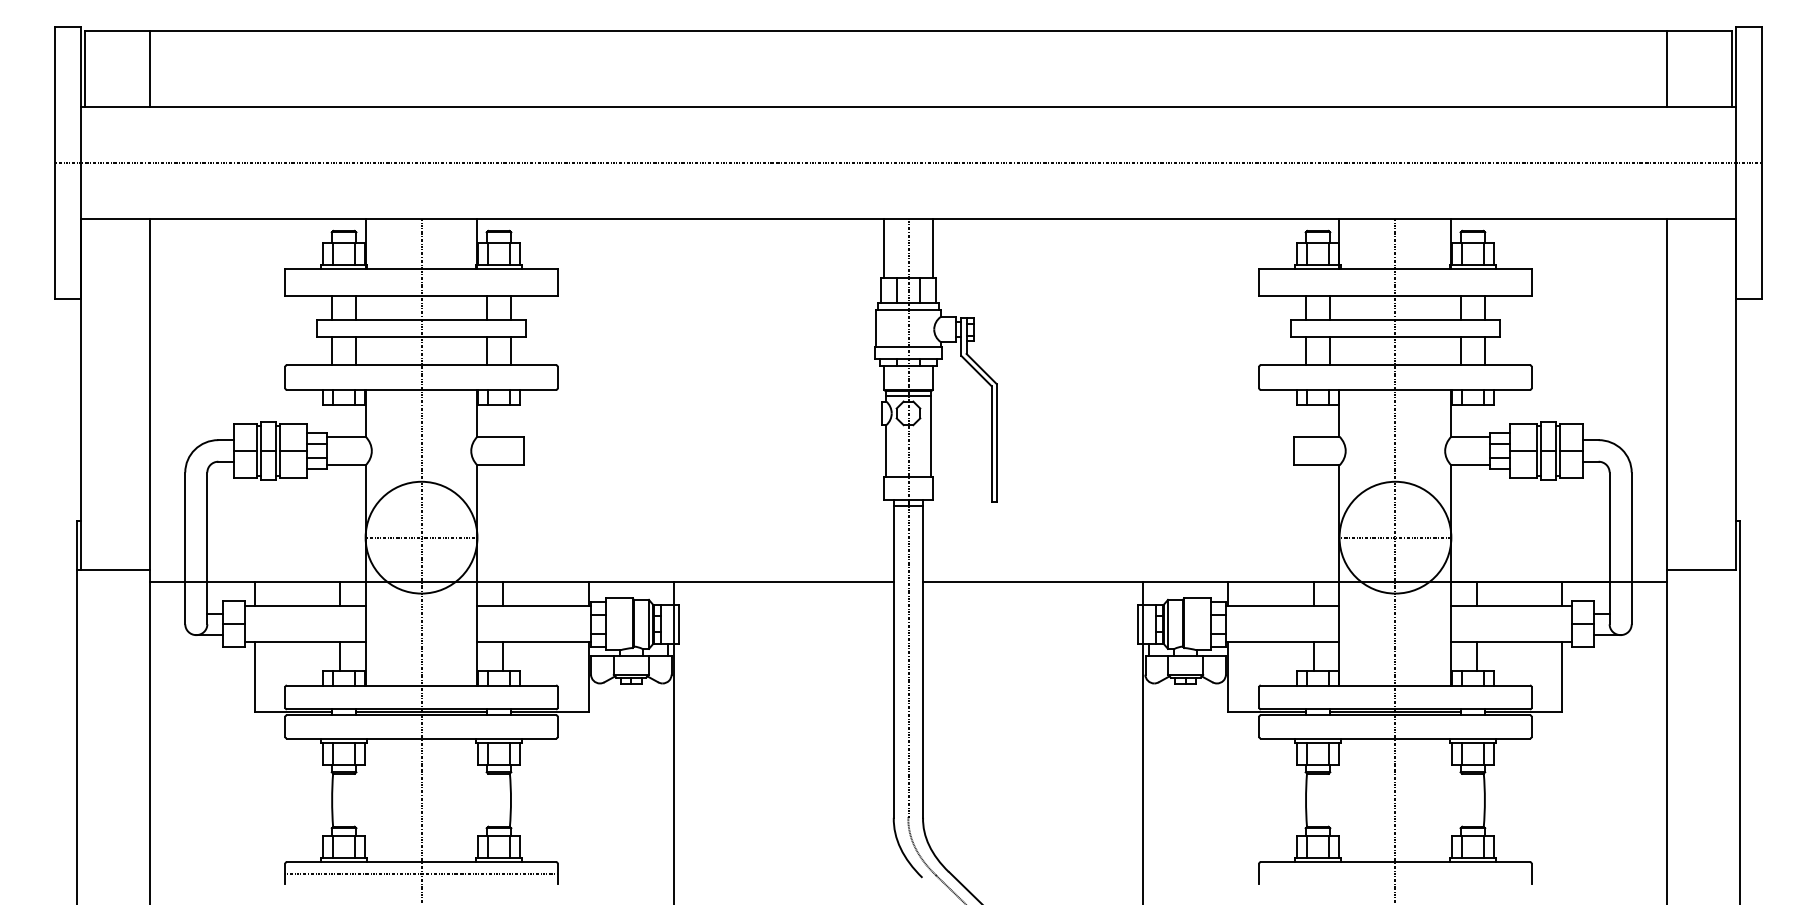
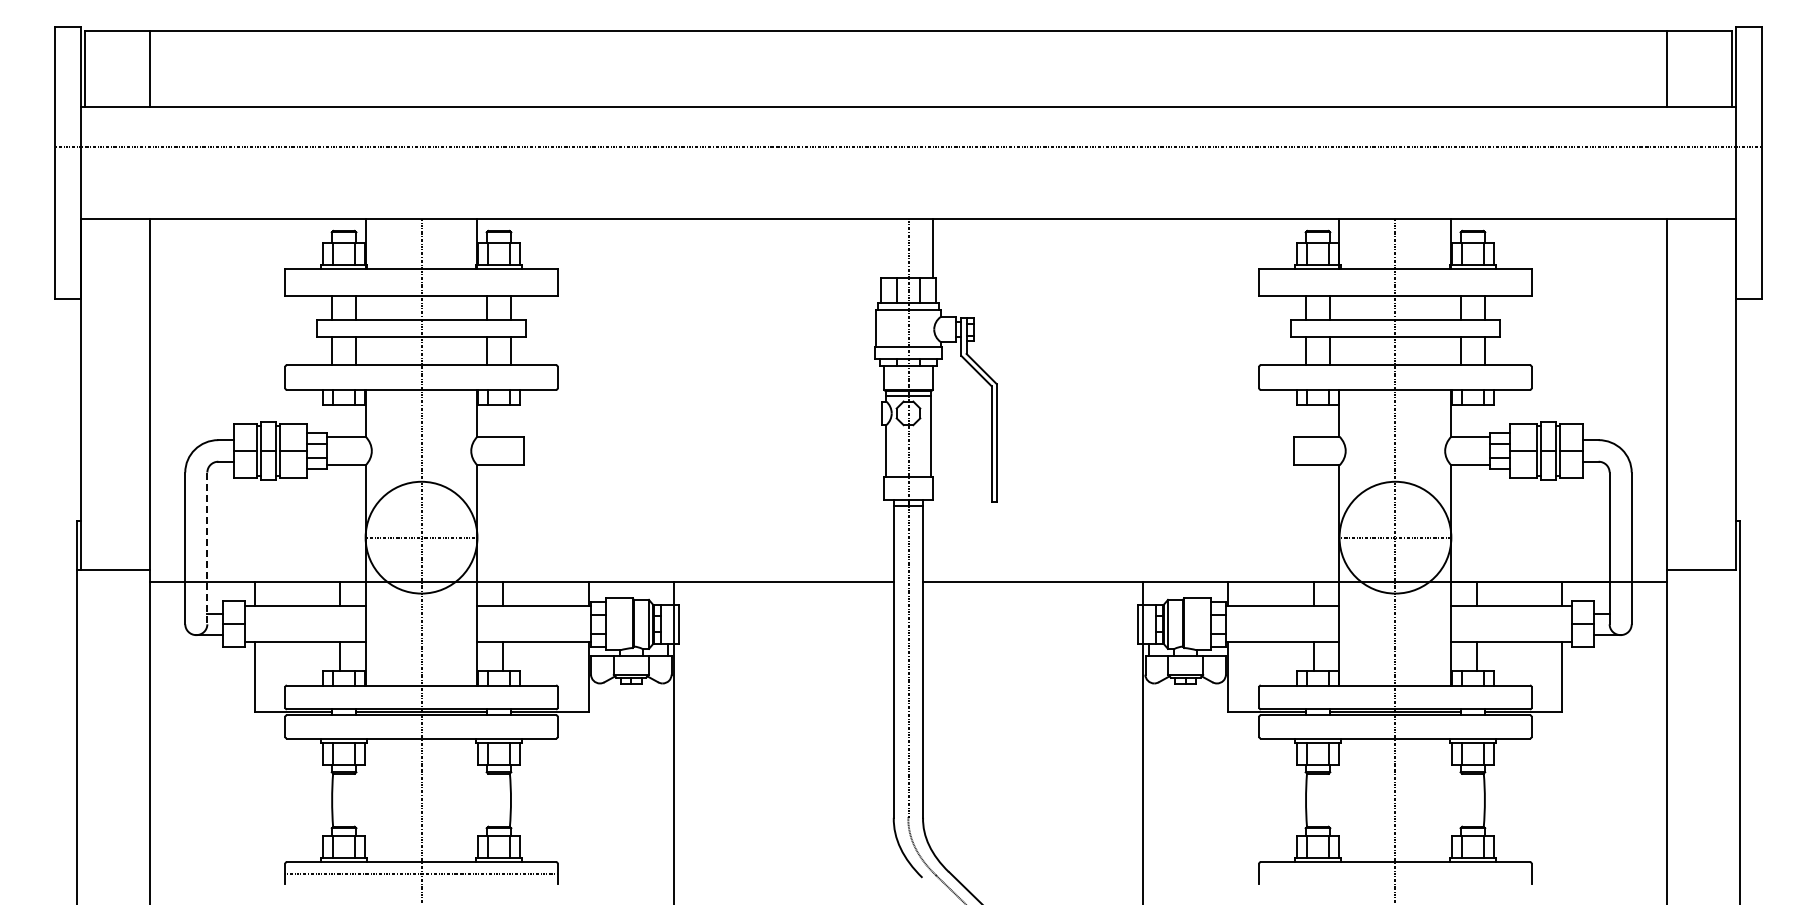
line at (908, 163) position: (908, 163) -> (908, 147)
line at (883, 248): present -> none
line at (207, 548): solid -> dashed
